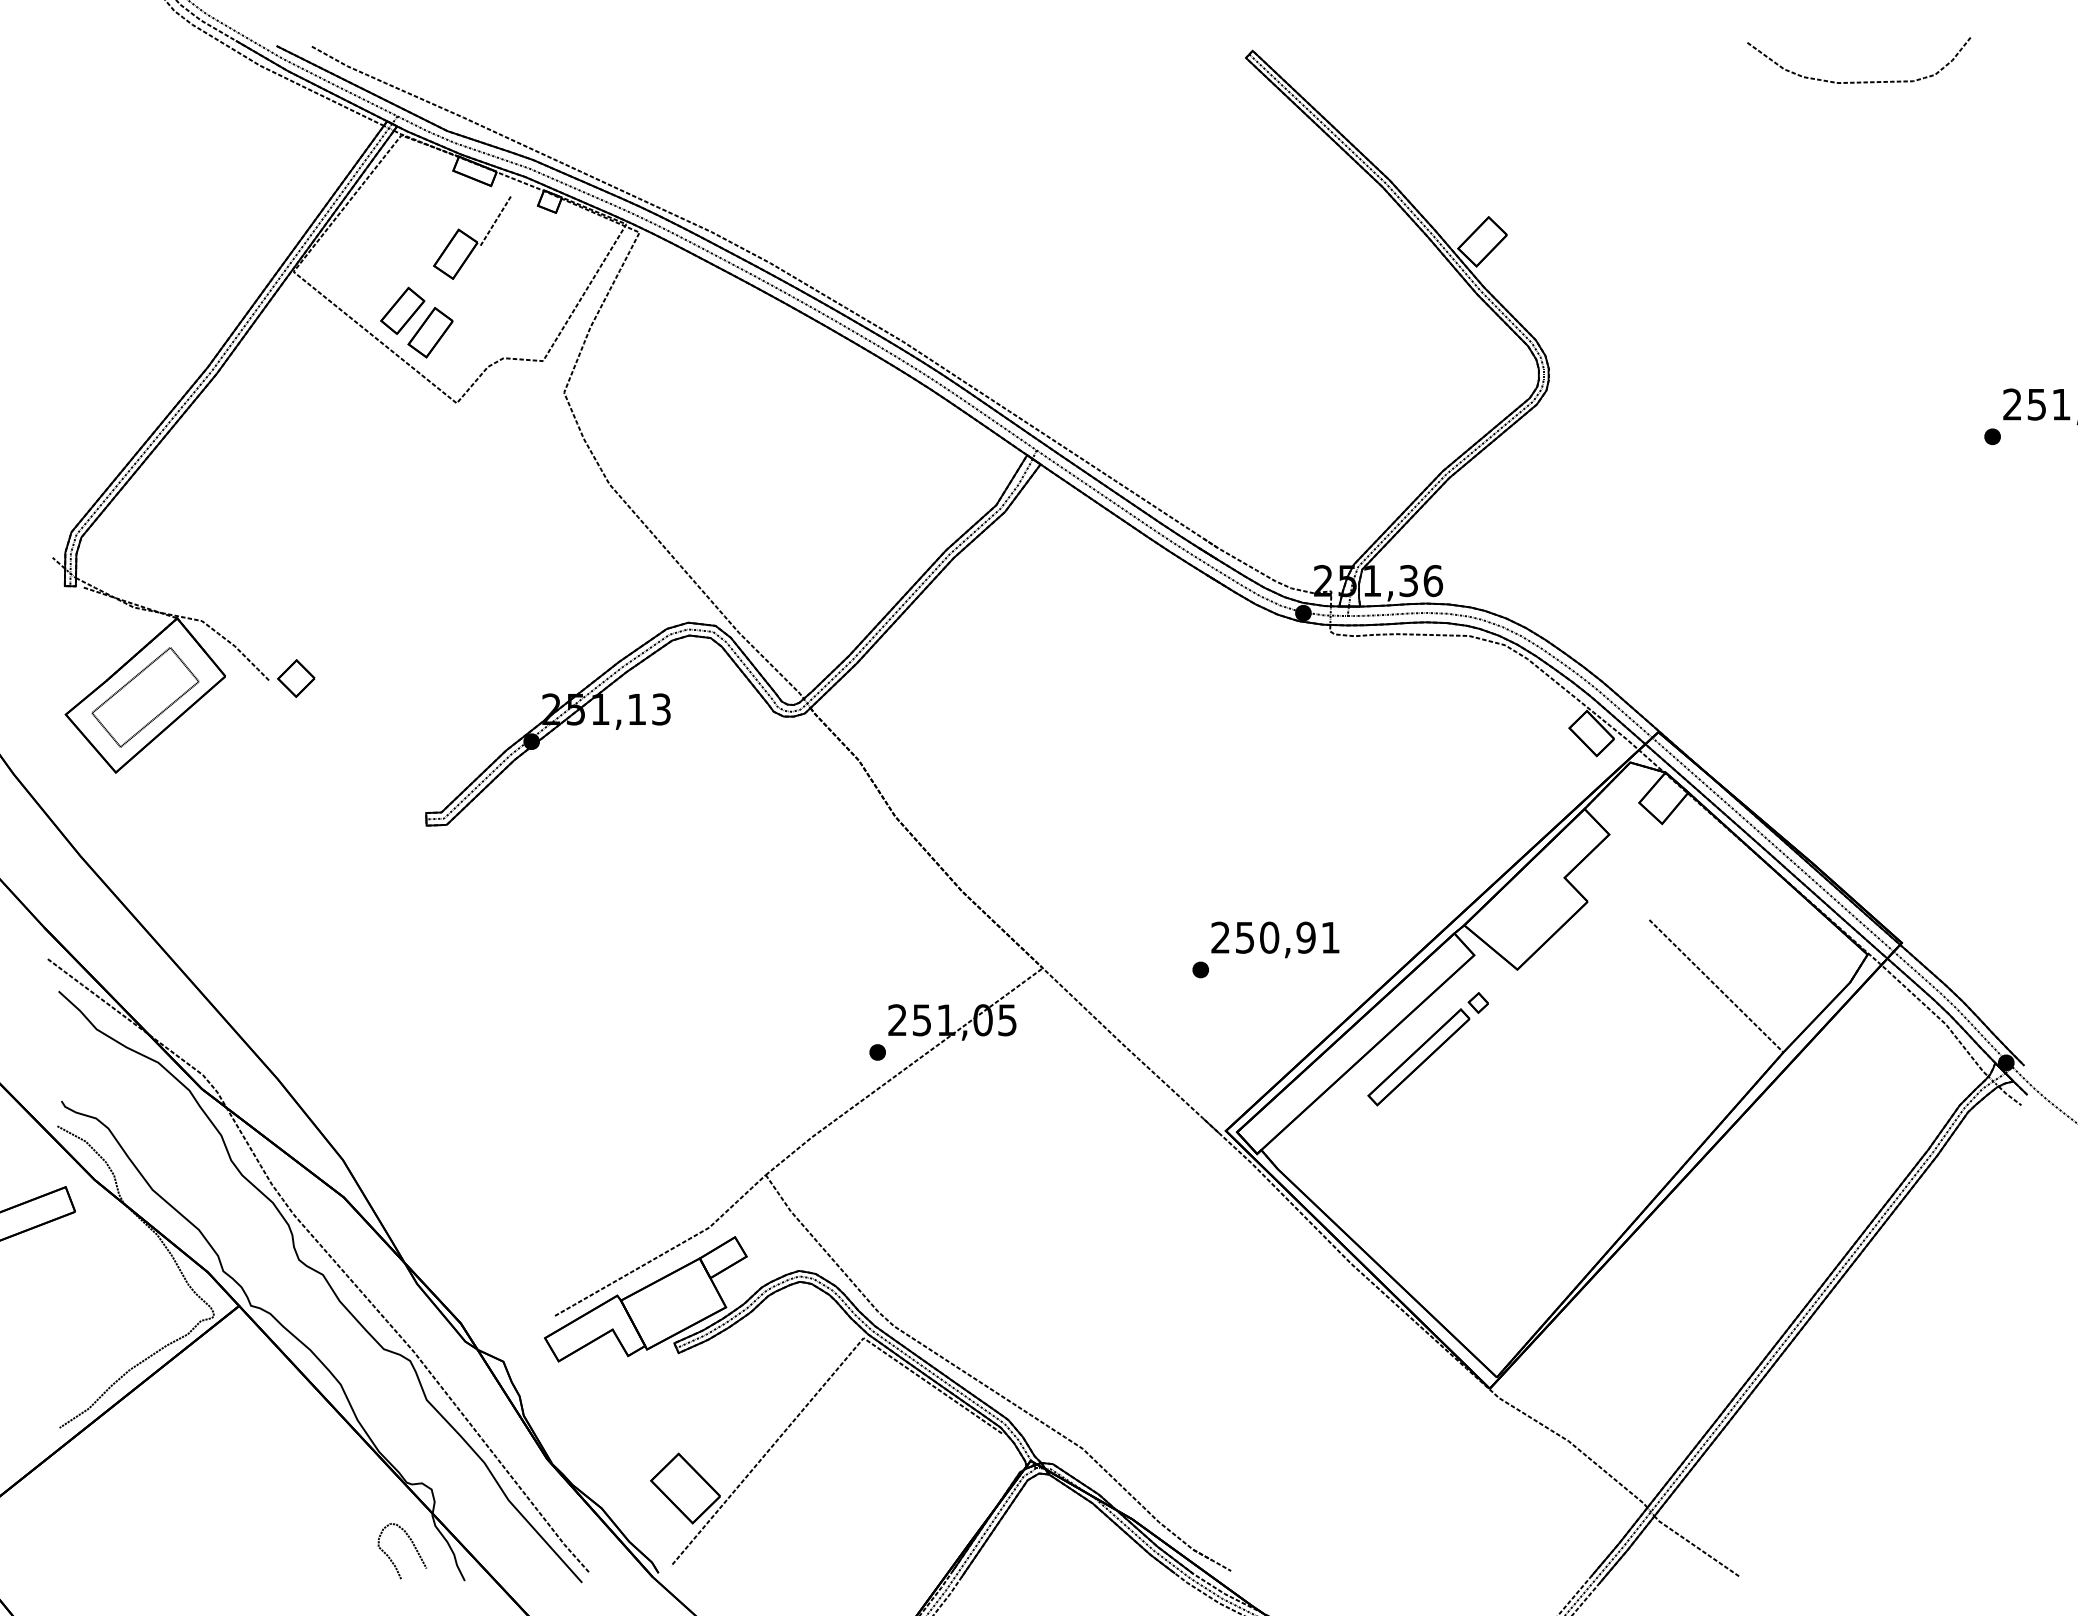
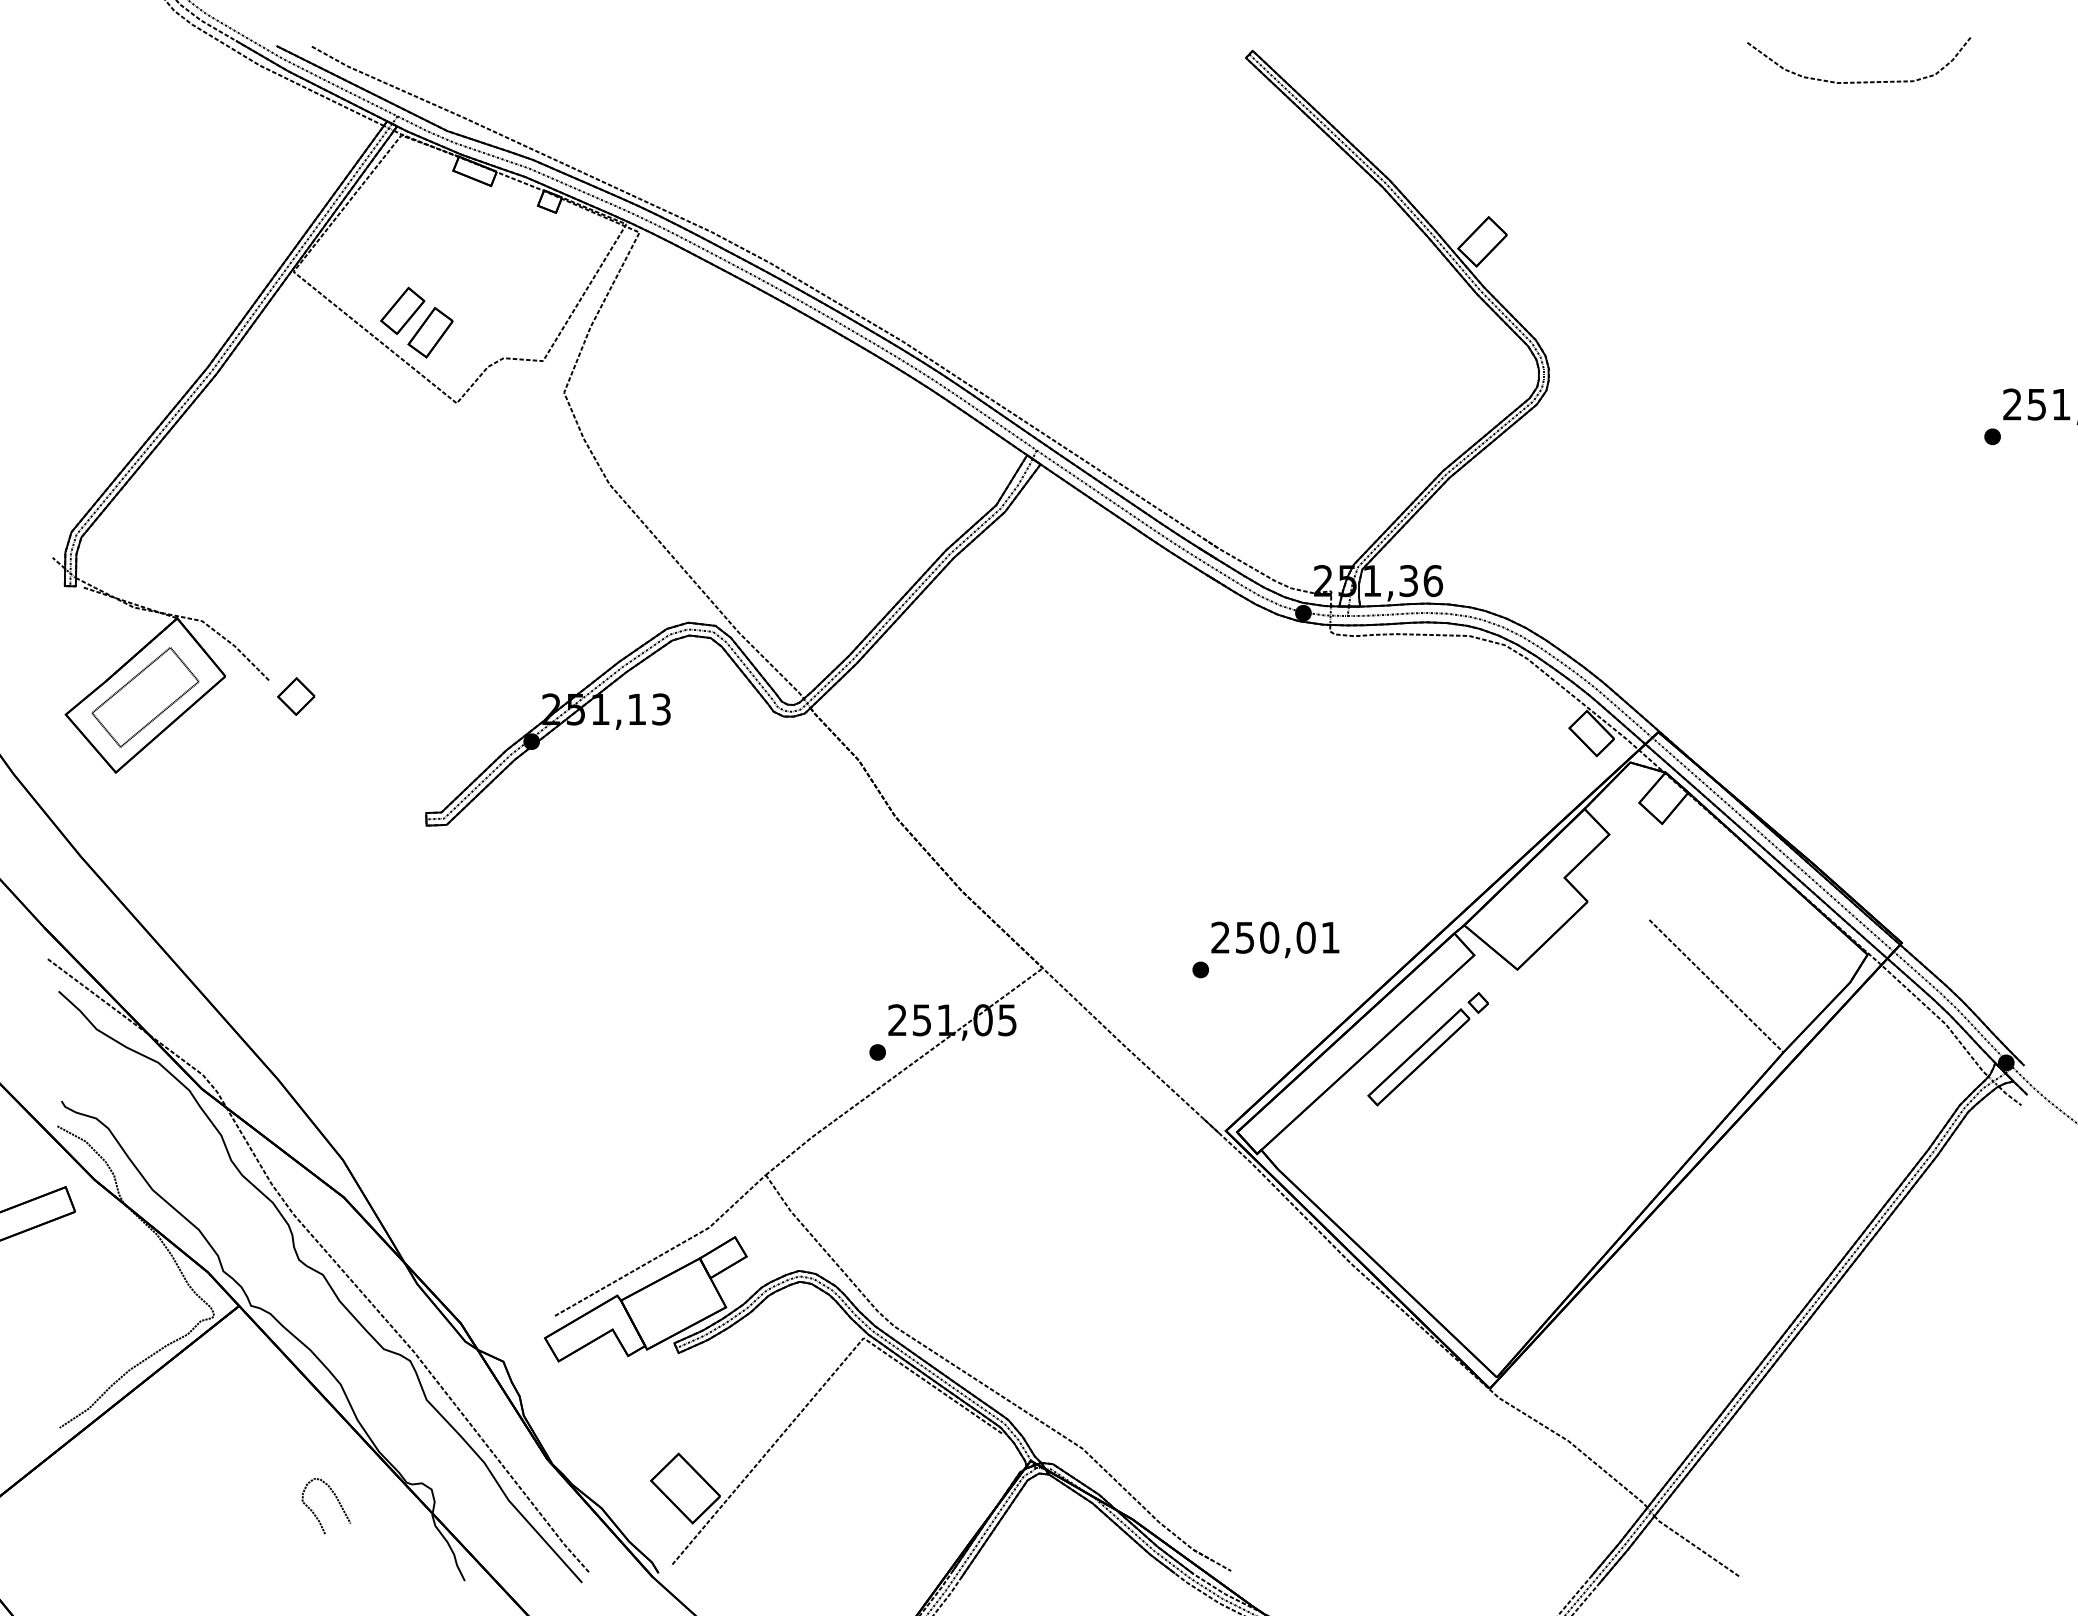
part at (472, 237): present -> none
part at (296, 678) position: (296, 678) -> (296, 696)
text at (1305, 937): 250,91 -> 250,01
curve at (413, 1546) position: (413, 1546) -> (337, 1501)
